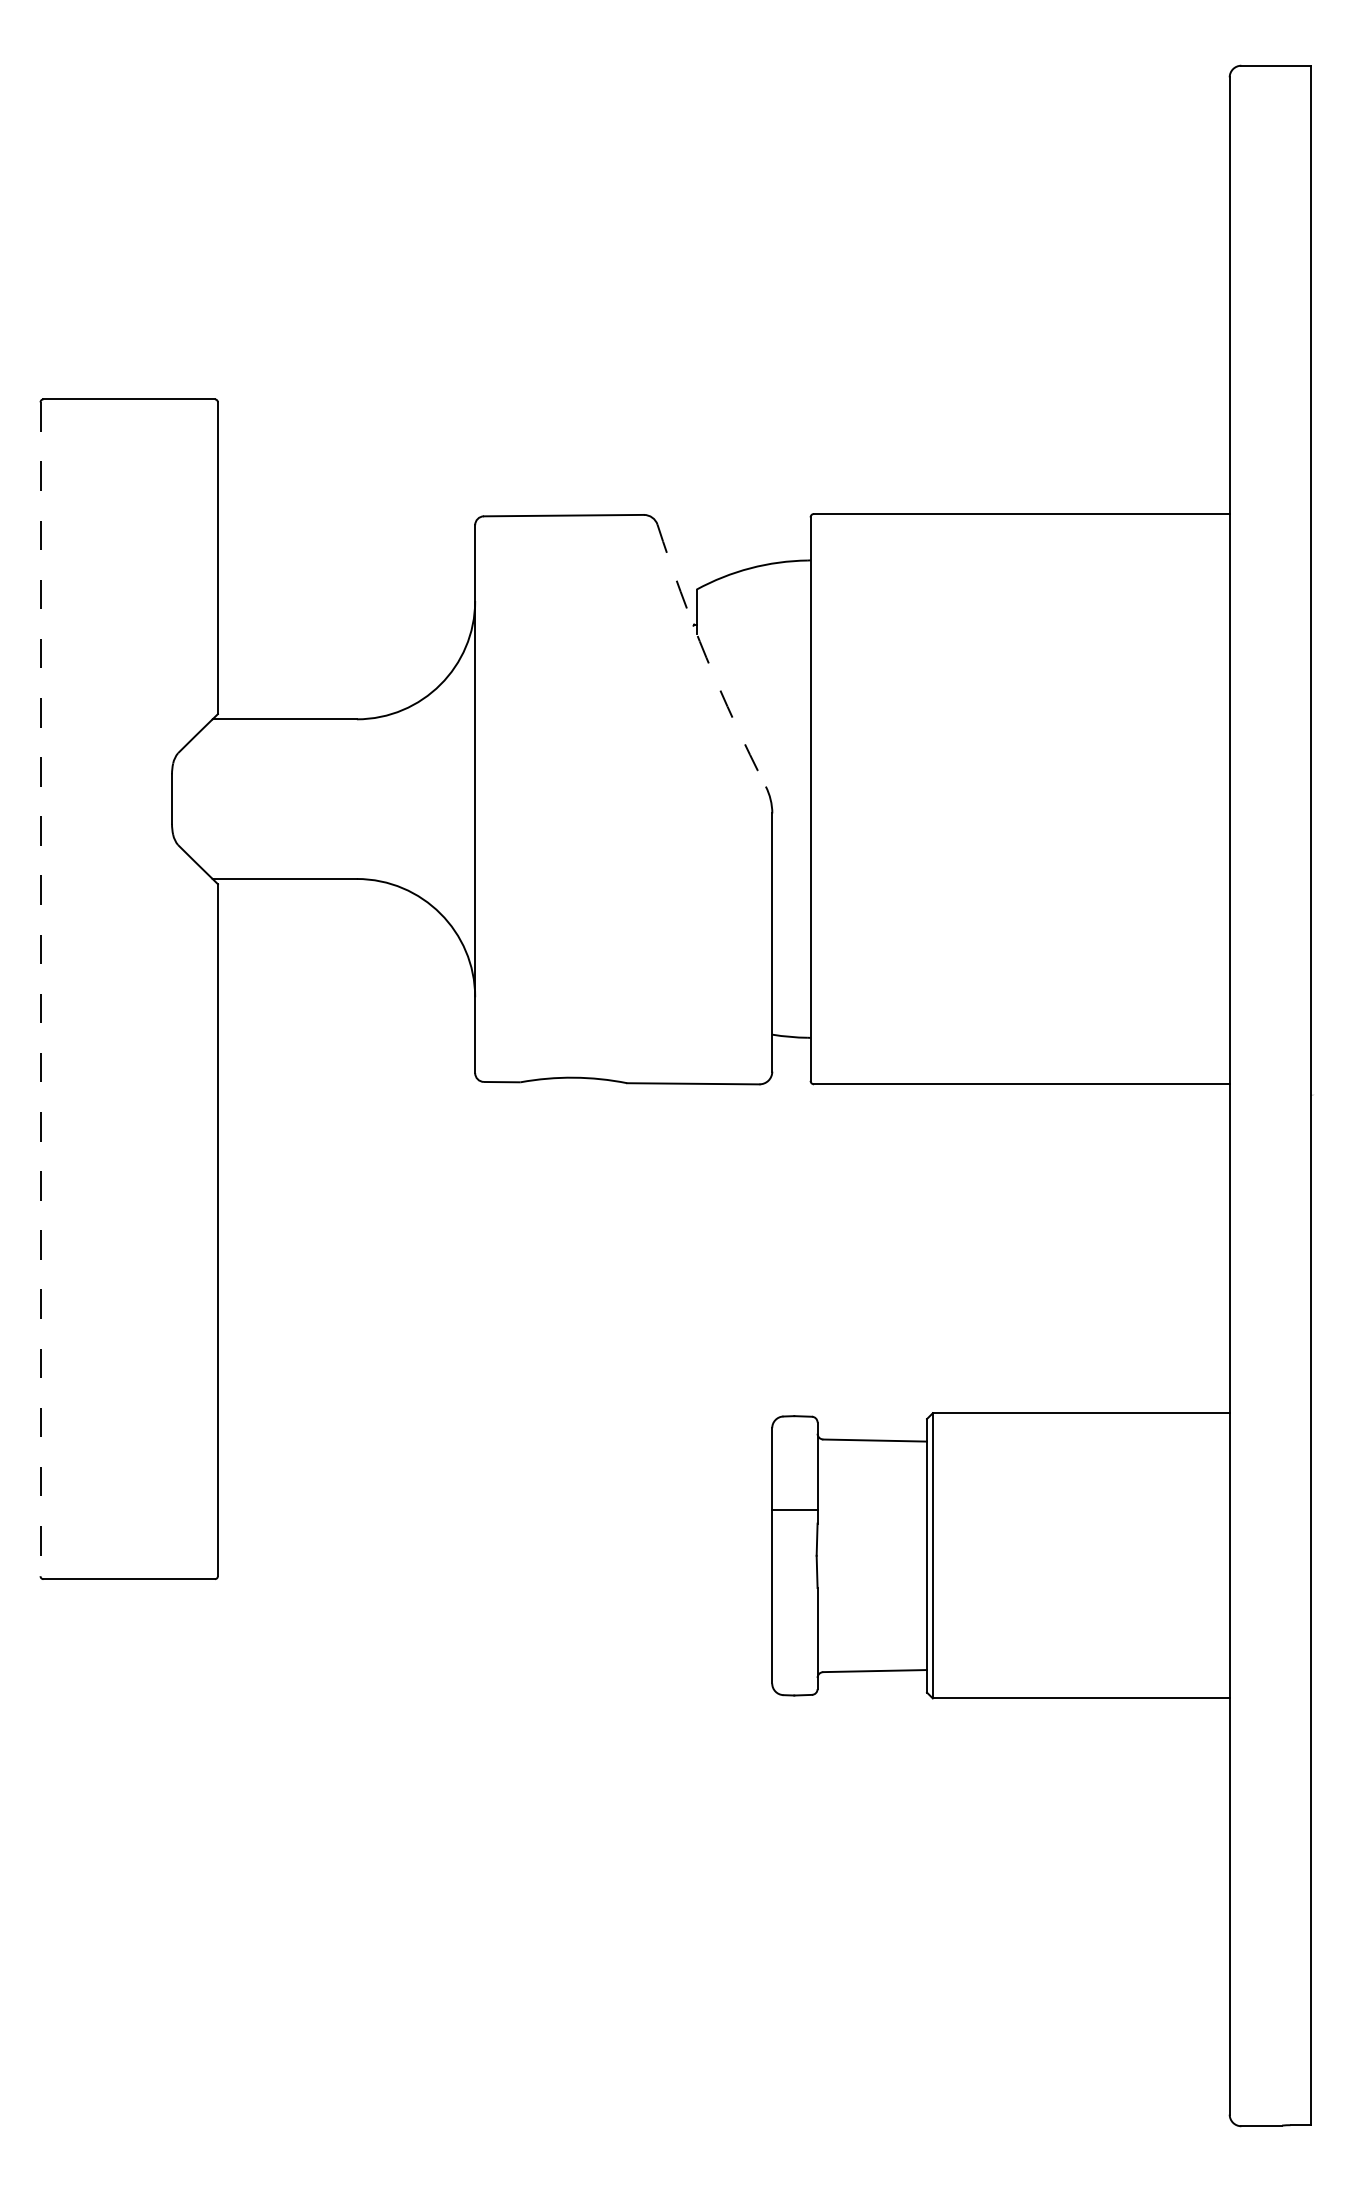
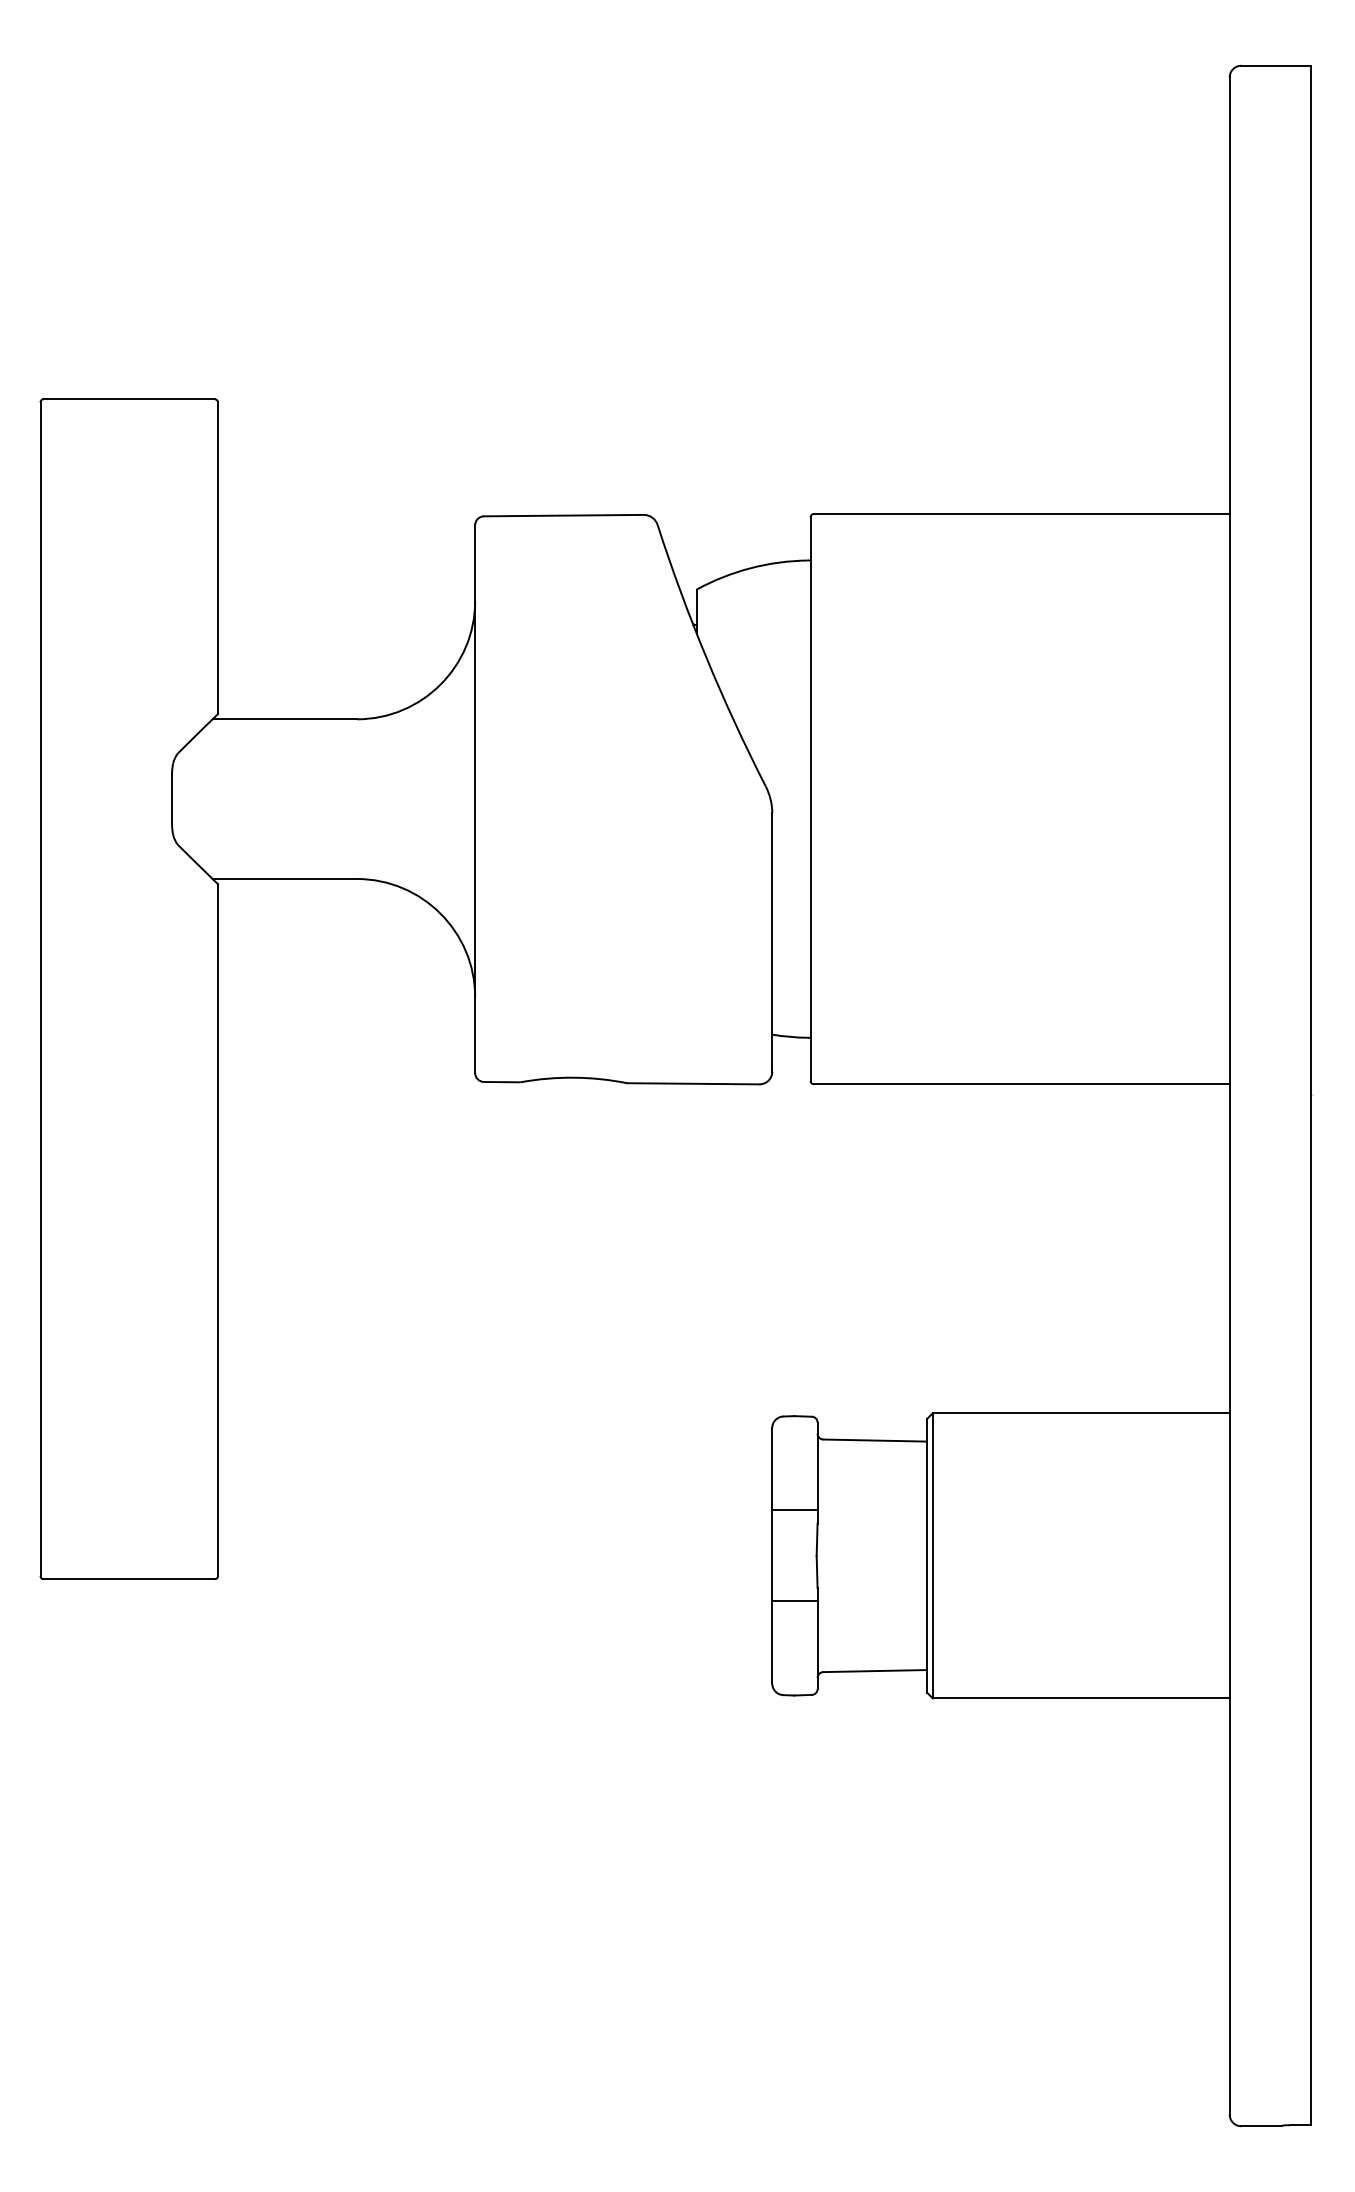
arc at (706, 657): dashed -> solid
line at (40, 989): dashed -> solid
line at (794, 1601): none -> present
